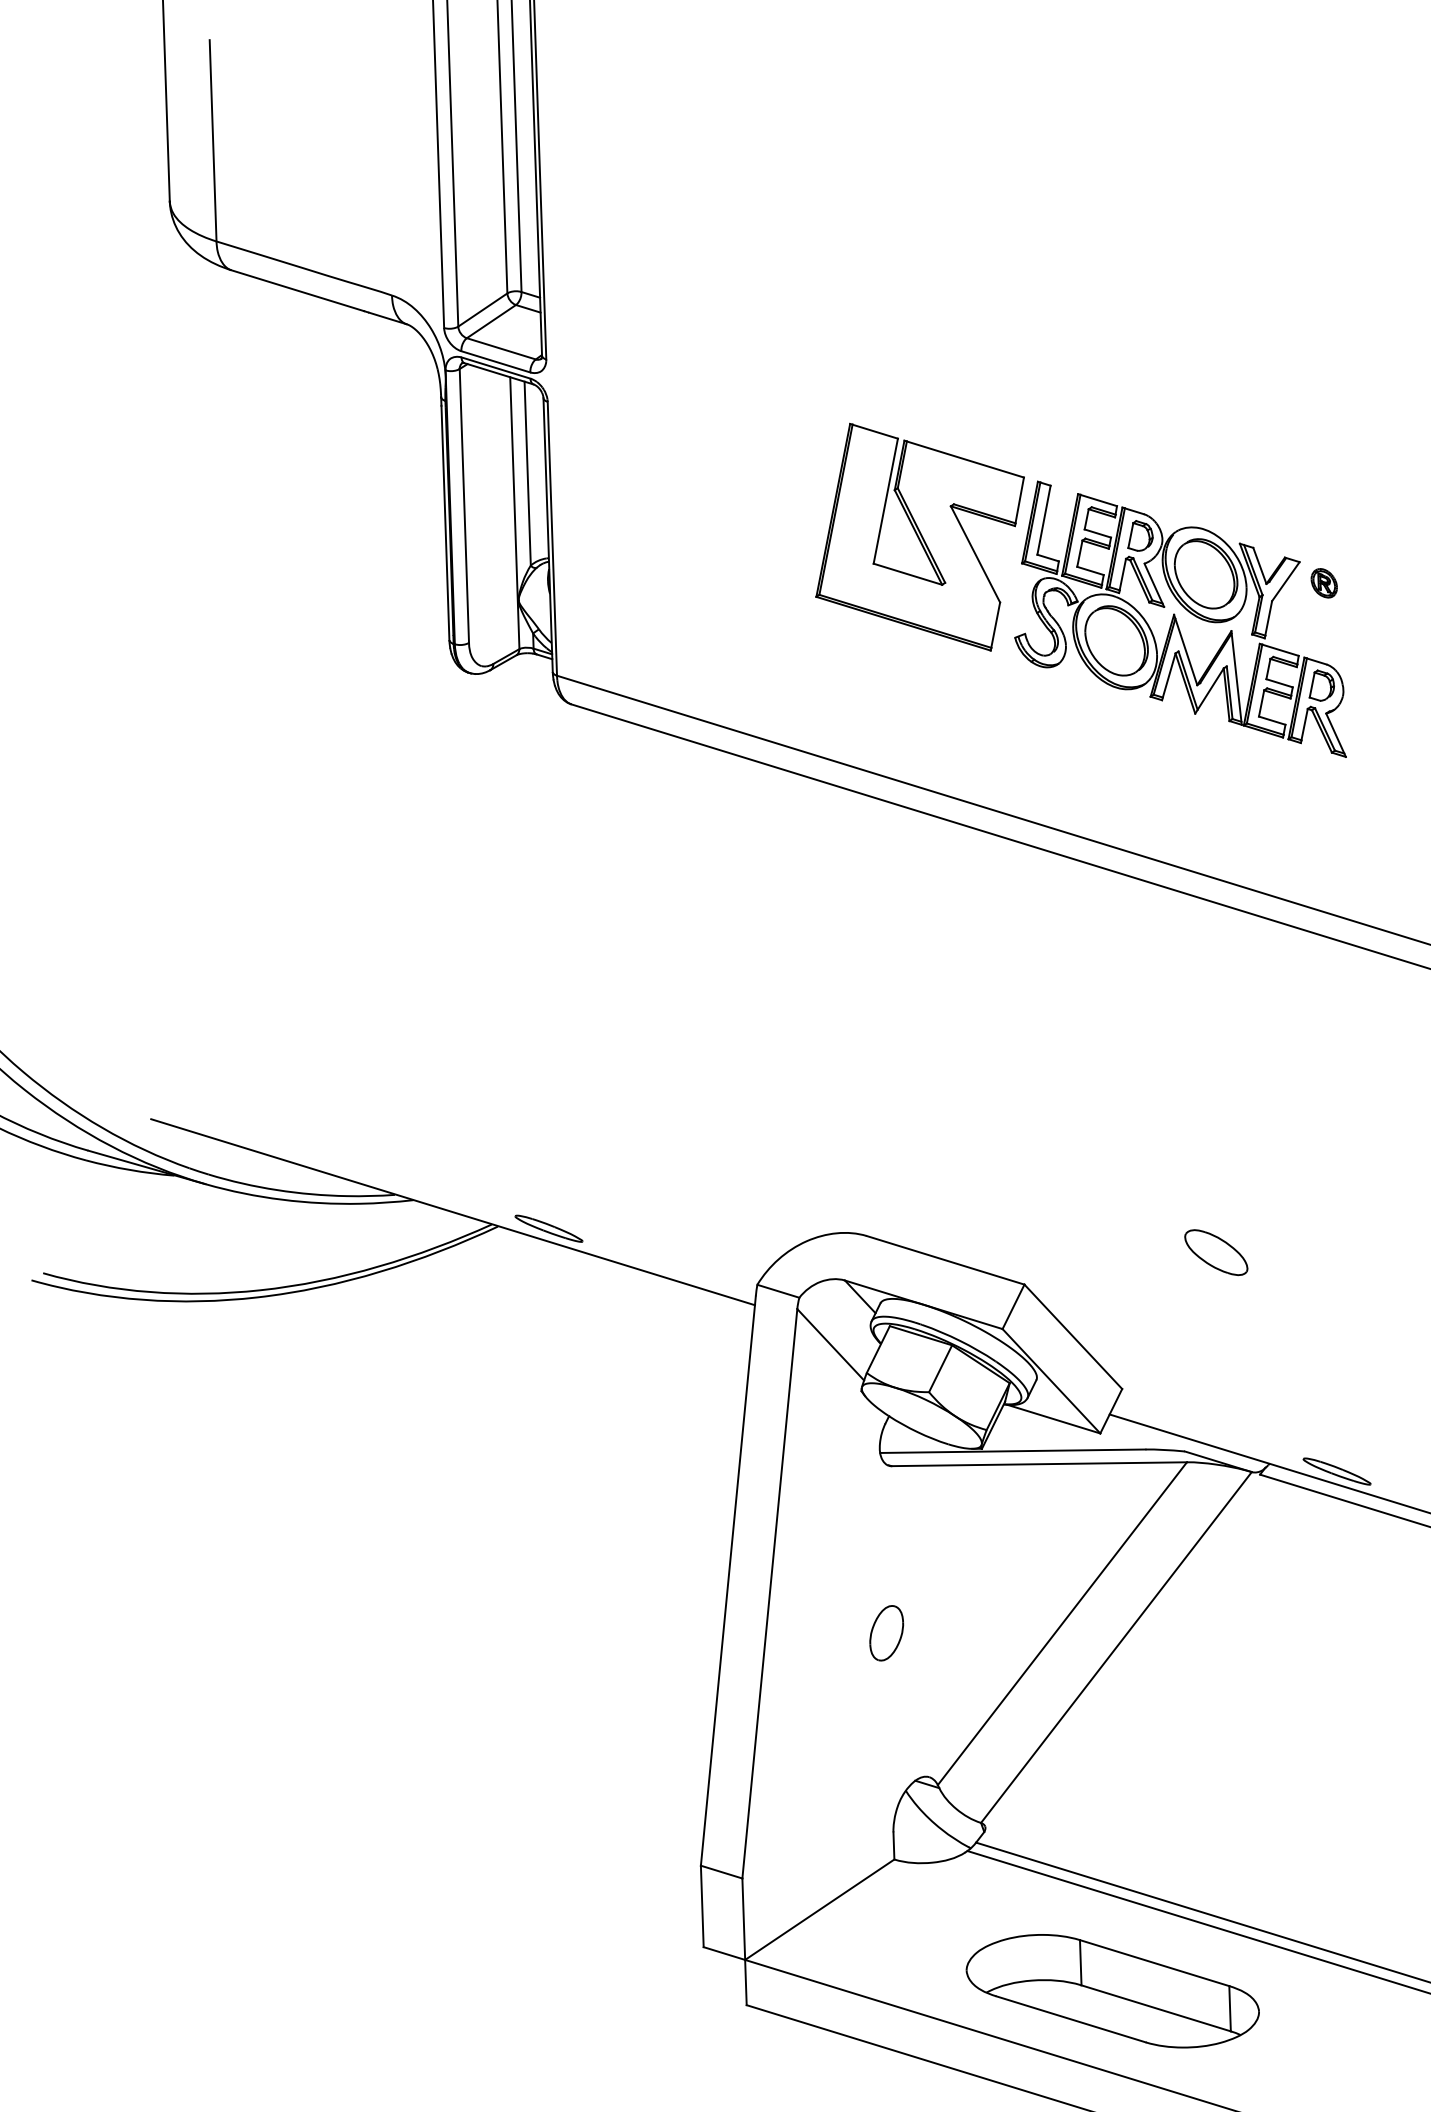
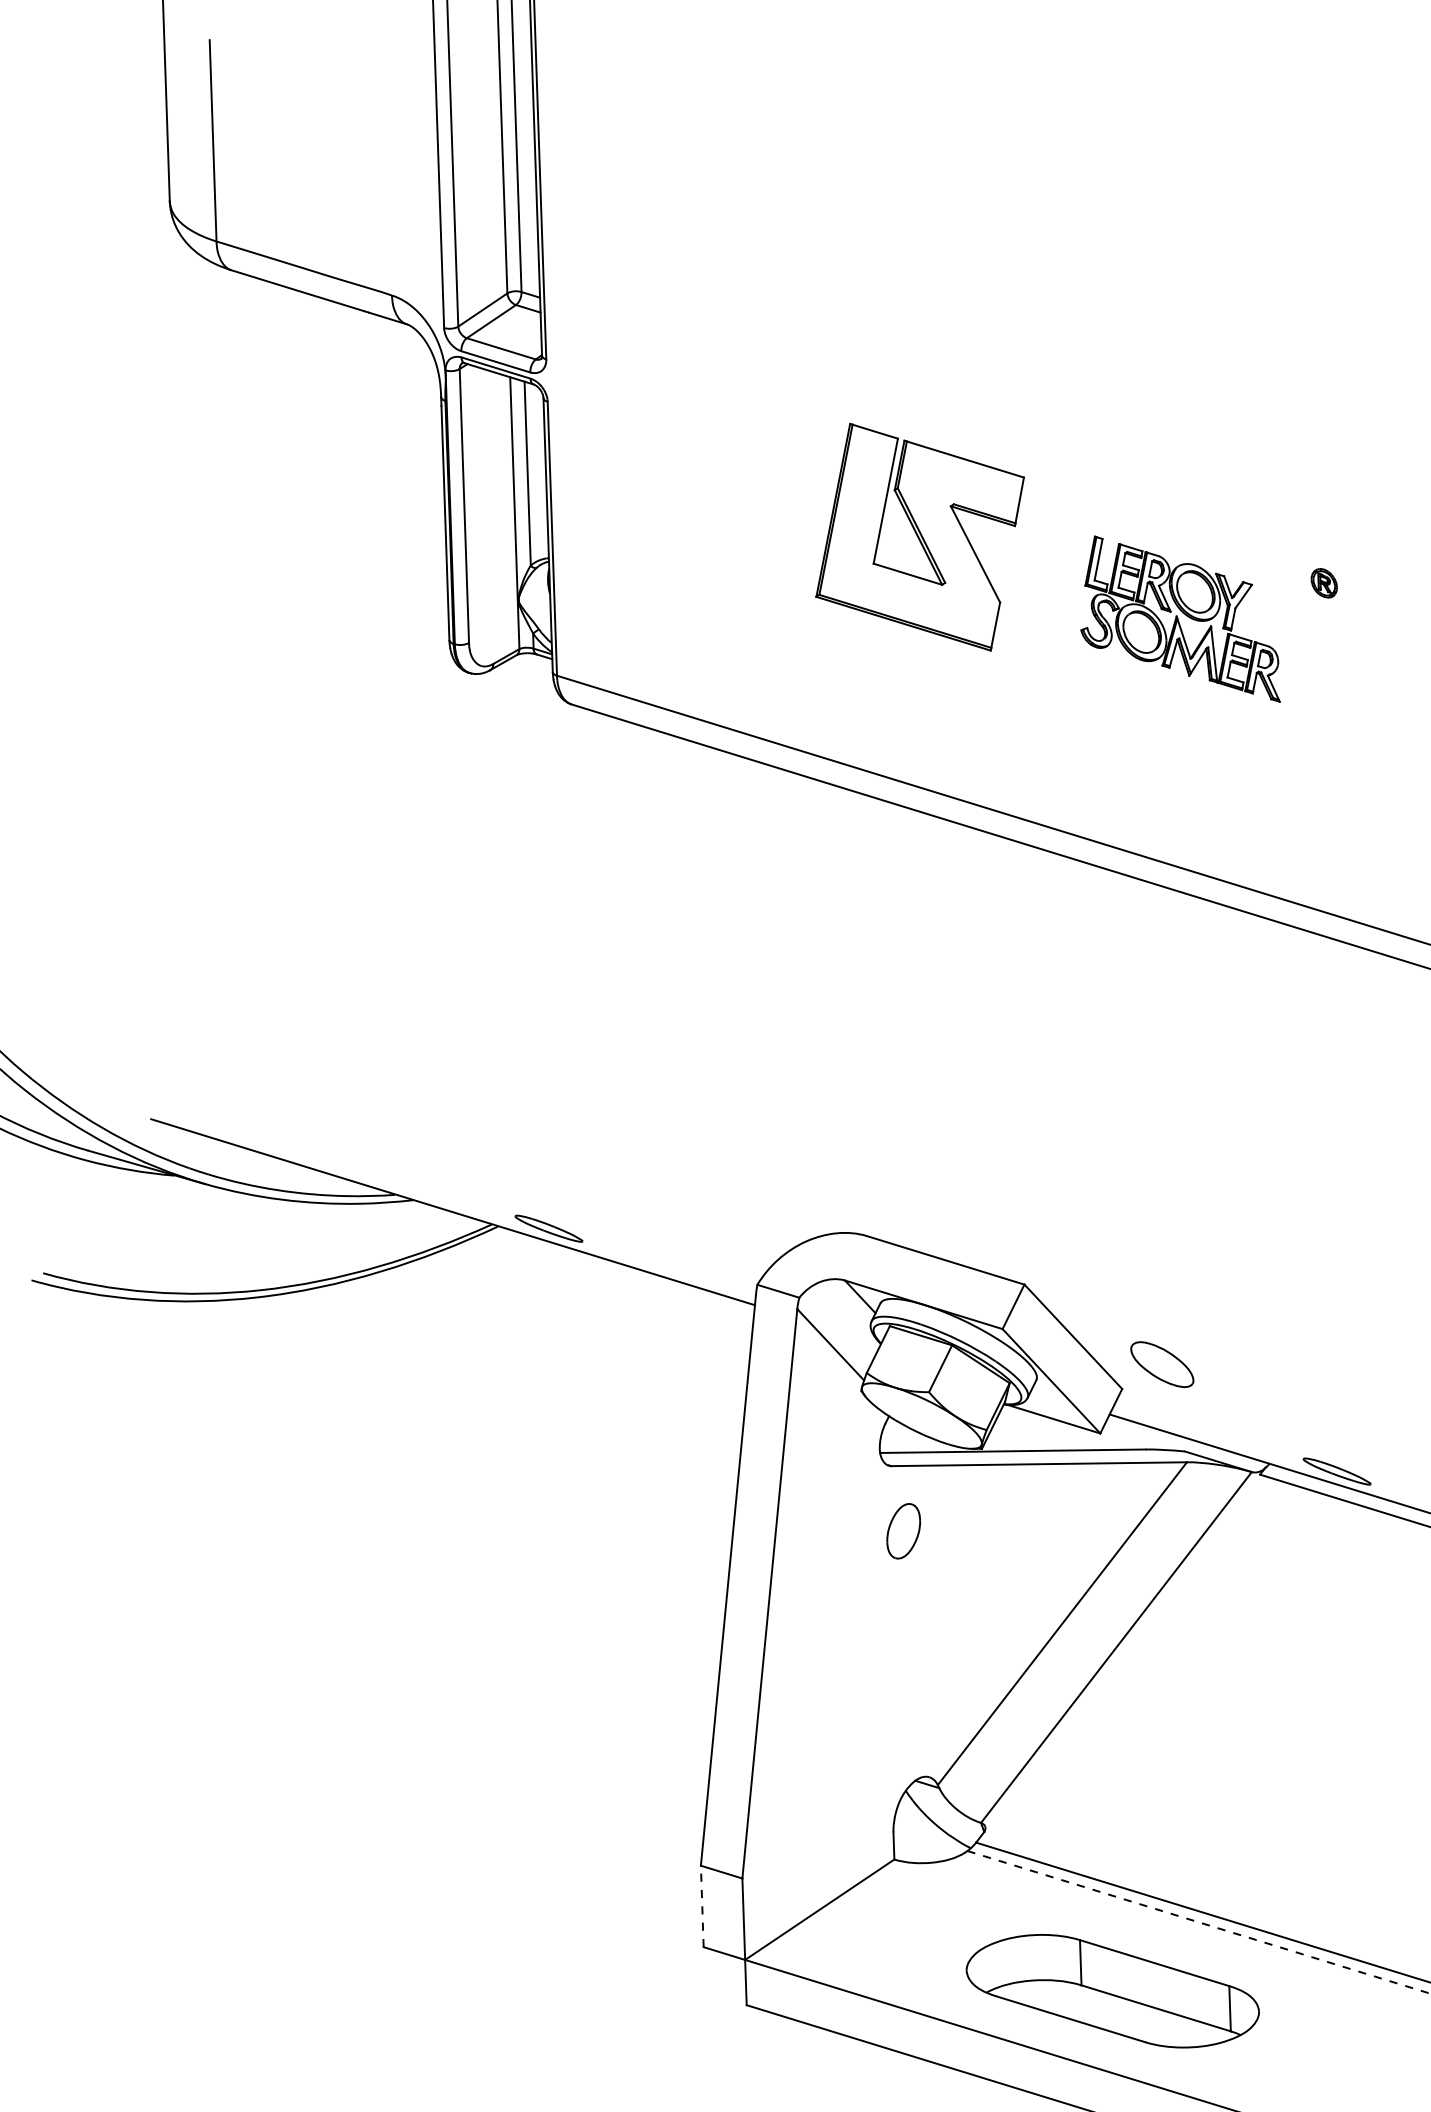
part at (1180, 618) size: 333x278 px -> 201x168 px
part at (1216, 1252) position: (1216, 1252) -> (1162, 1364)
part at (886, 1633) position: (886, 1633) -> (903, 1531)
line at (702, 1906): solid -> dashed
line at (1199, 1922): solid -> dashed
